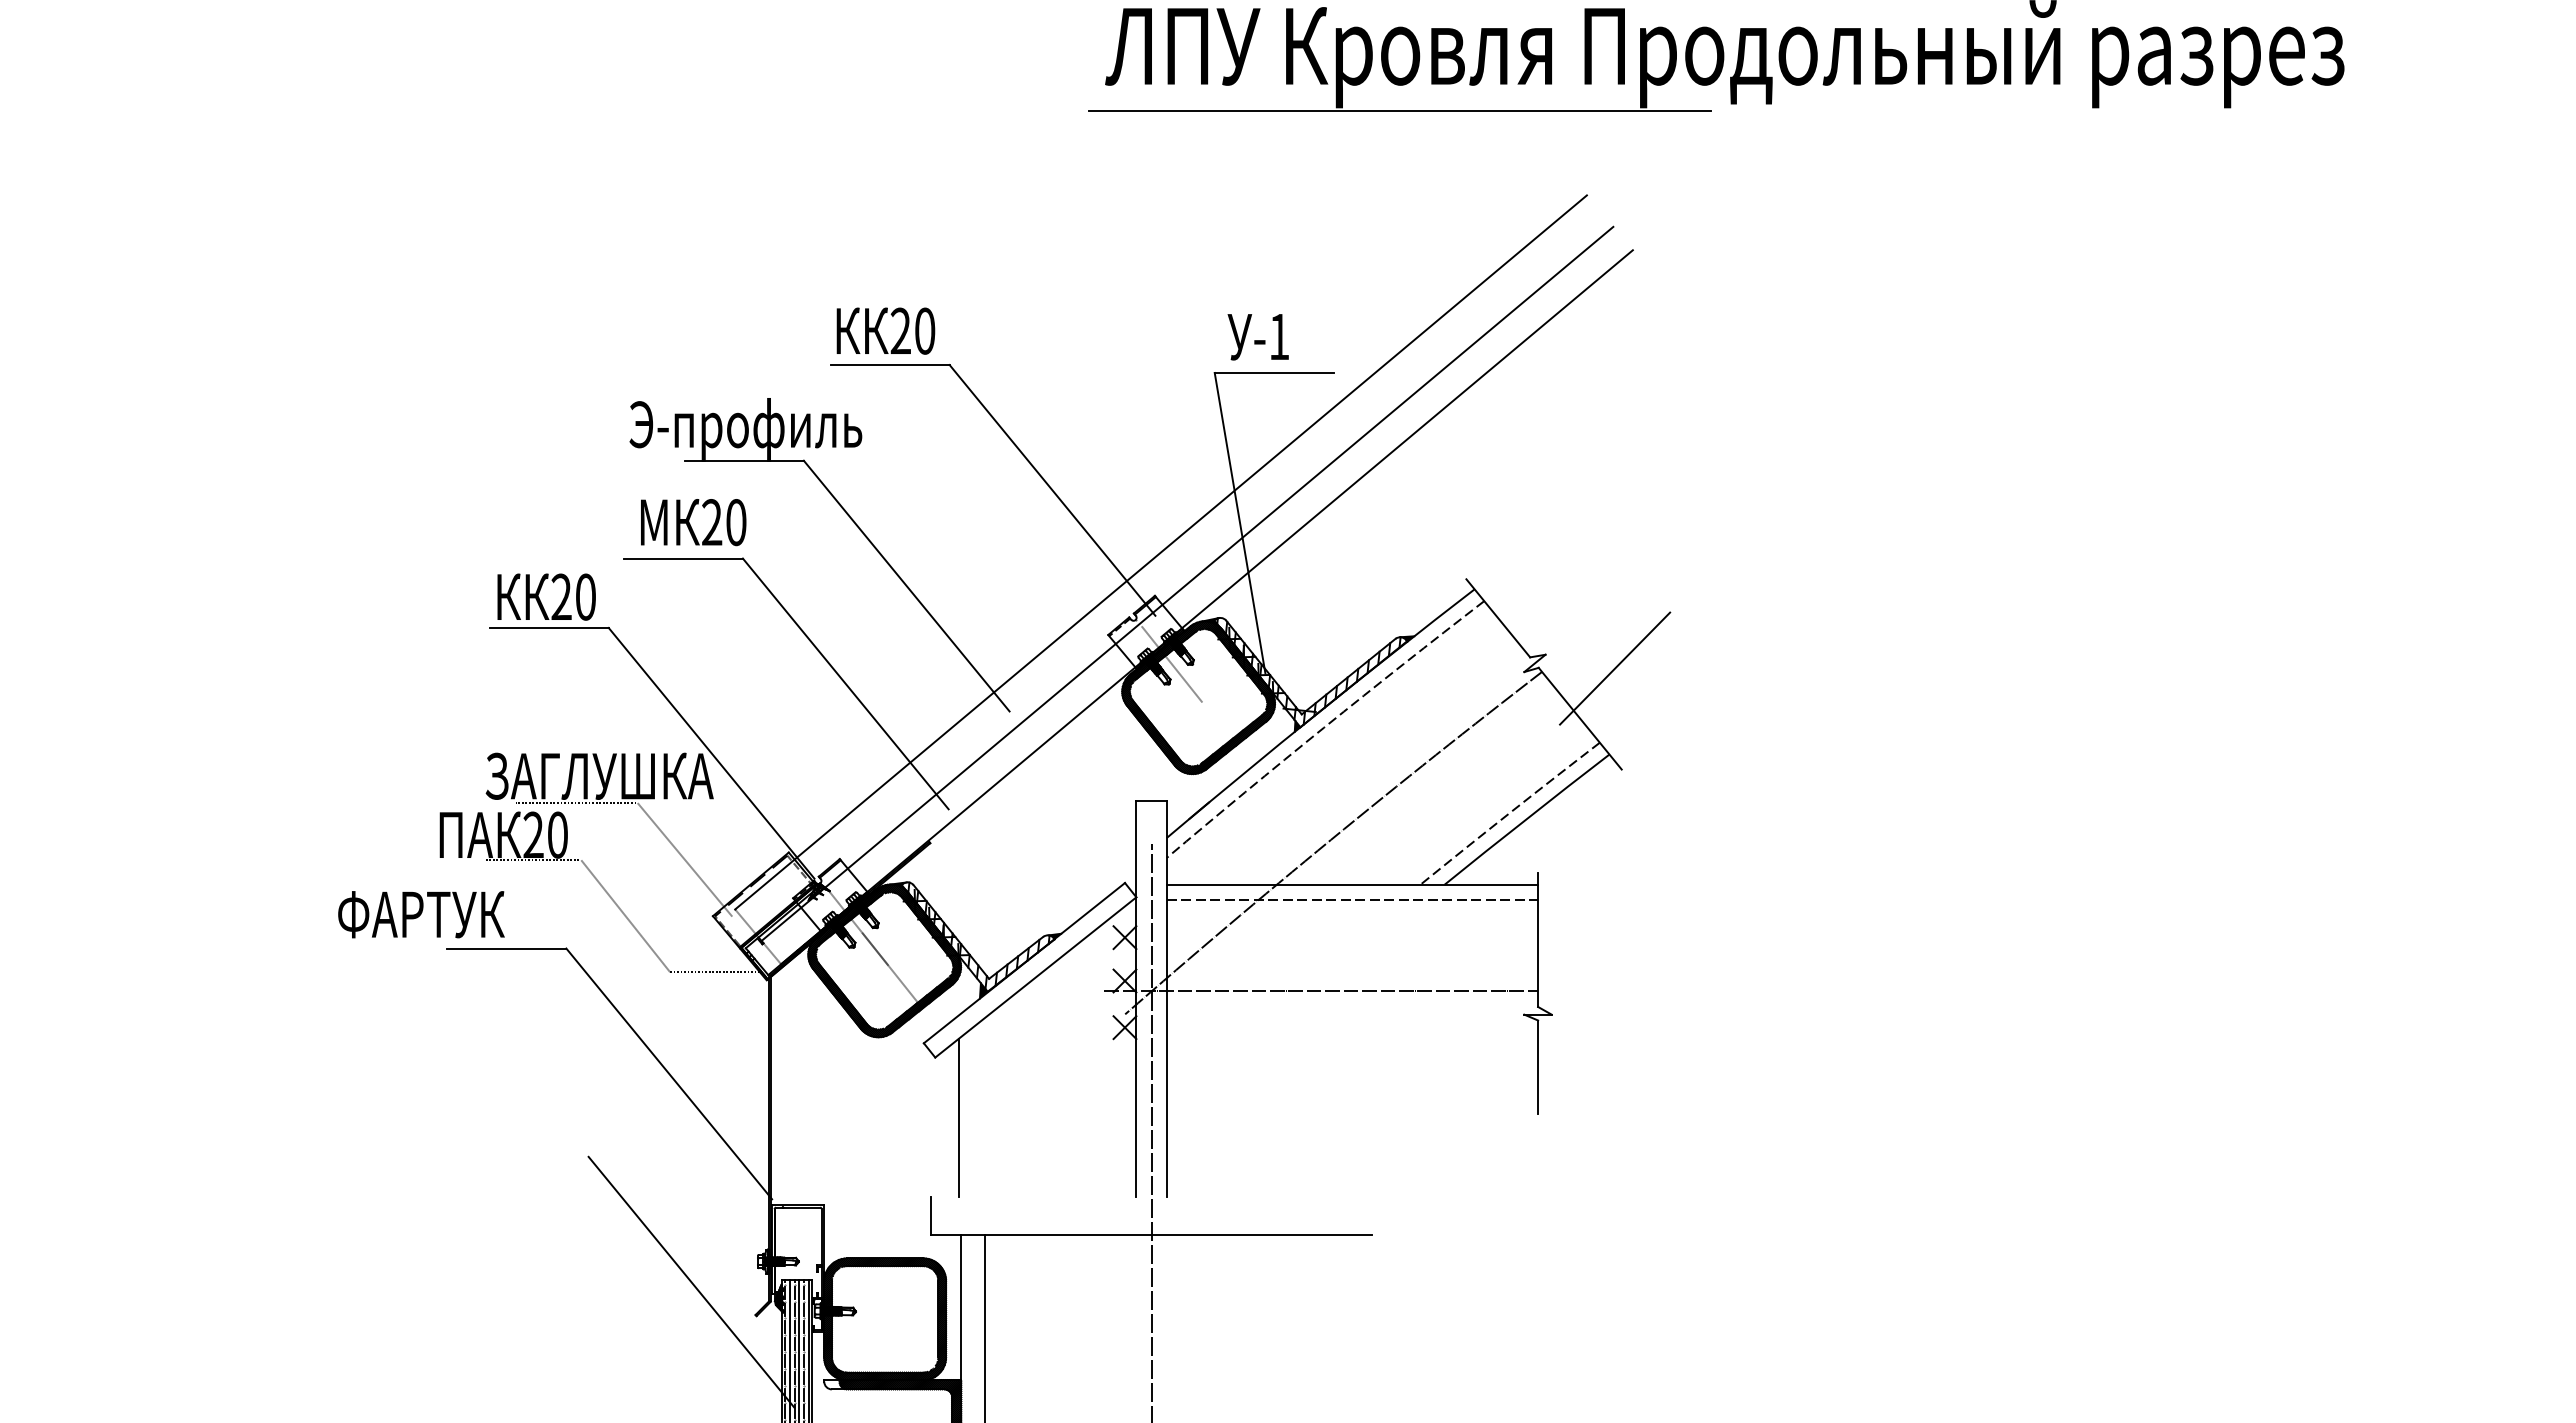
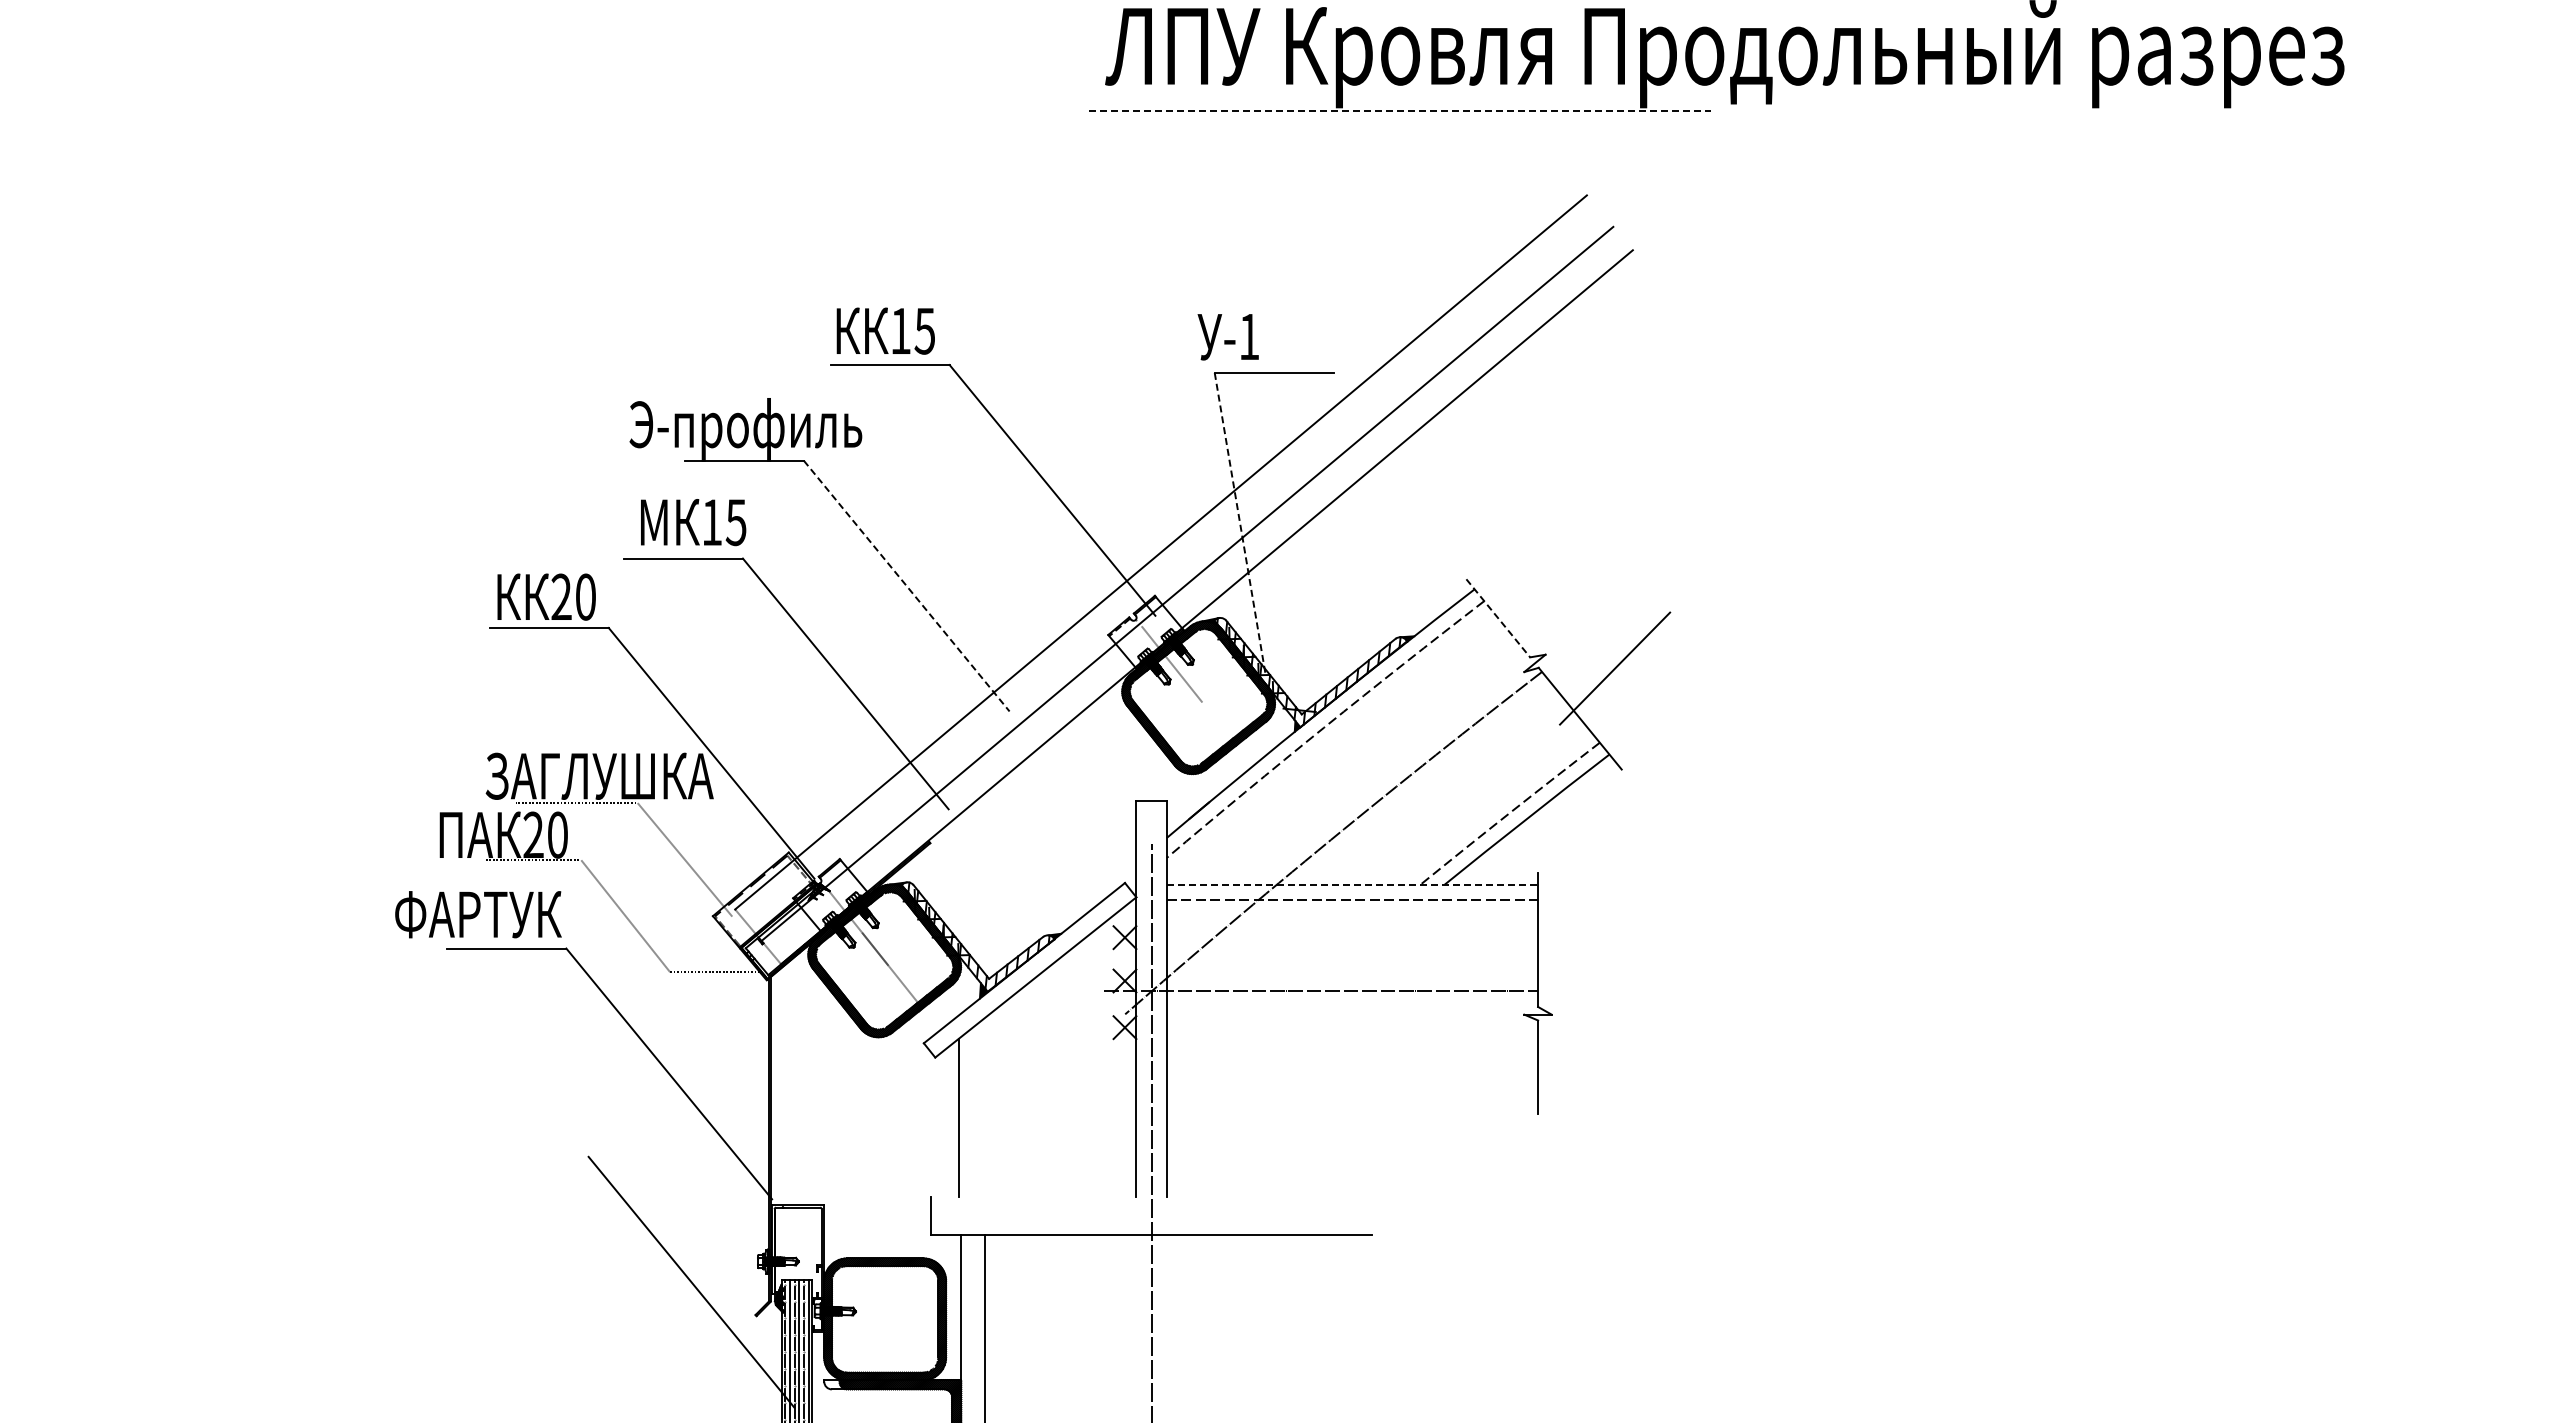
line at (1400, 110): solid -> dashed
text at (912, 330): 20 -> 15
text at (1257, 337) position: (1257, 337) -> (1227, 337)
text at (724, 522): 20 -> 15
line at (1240, 523): solid -> dashed
line at (907, 586): solid -> dashed
line at (1498, 618): solid -> dashed
line at (1352, 884): solid -> dashed
text at (421, 914) position: (421, 914) -> (478, 914)
